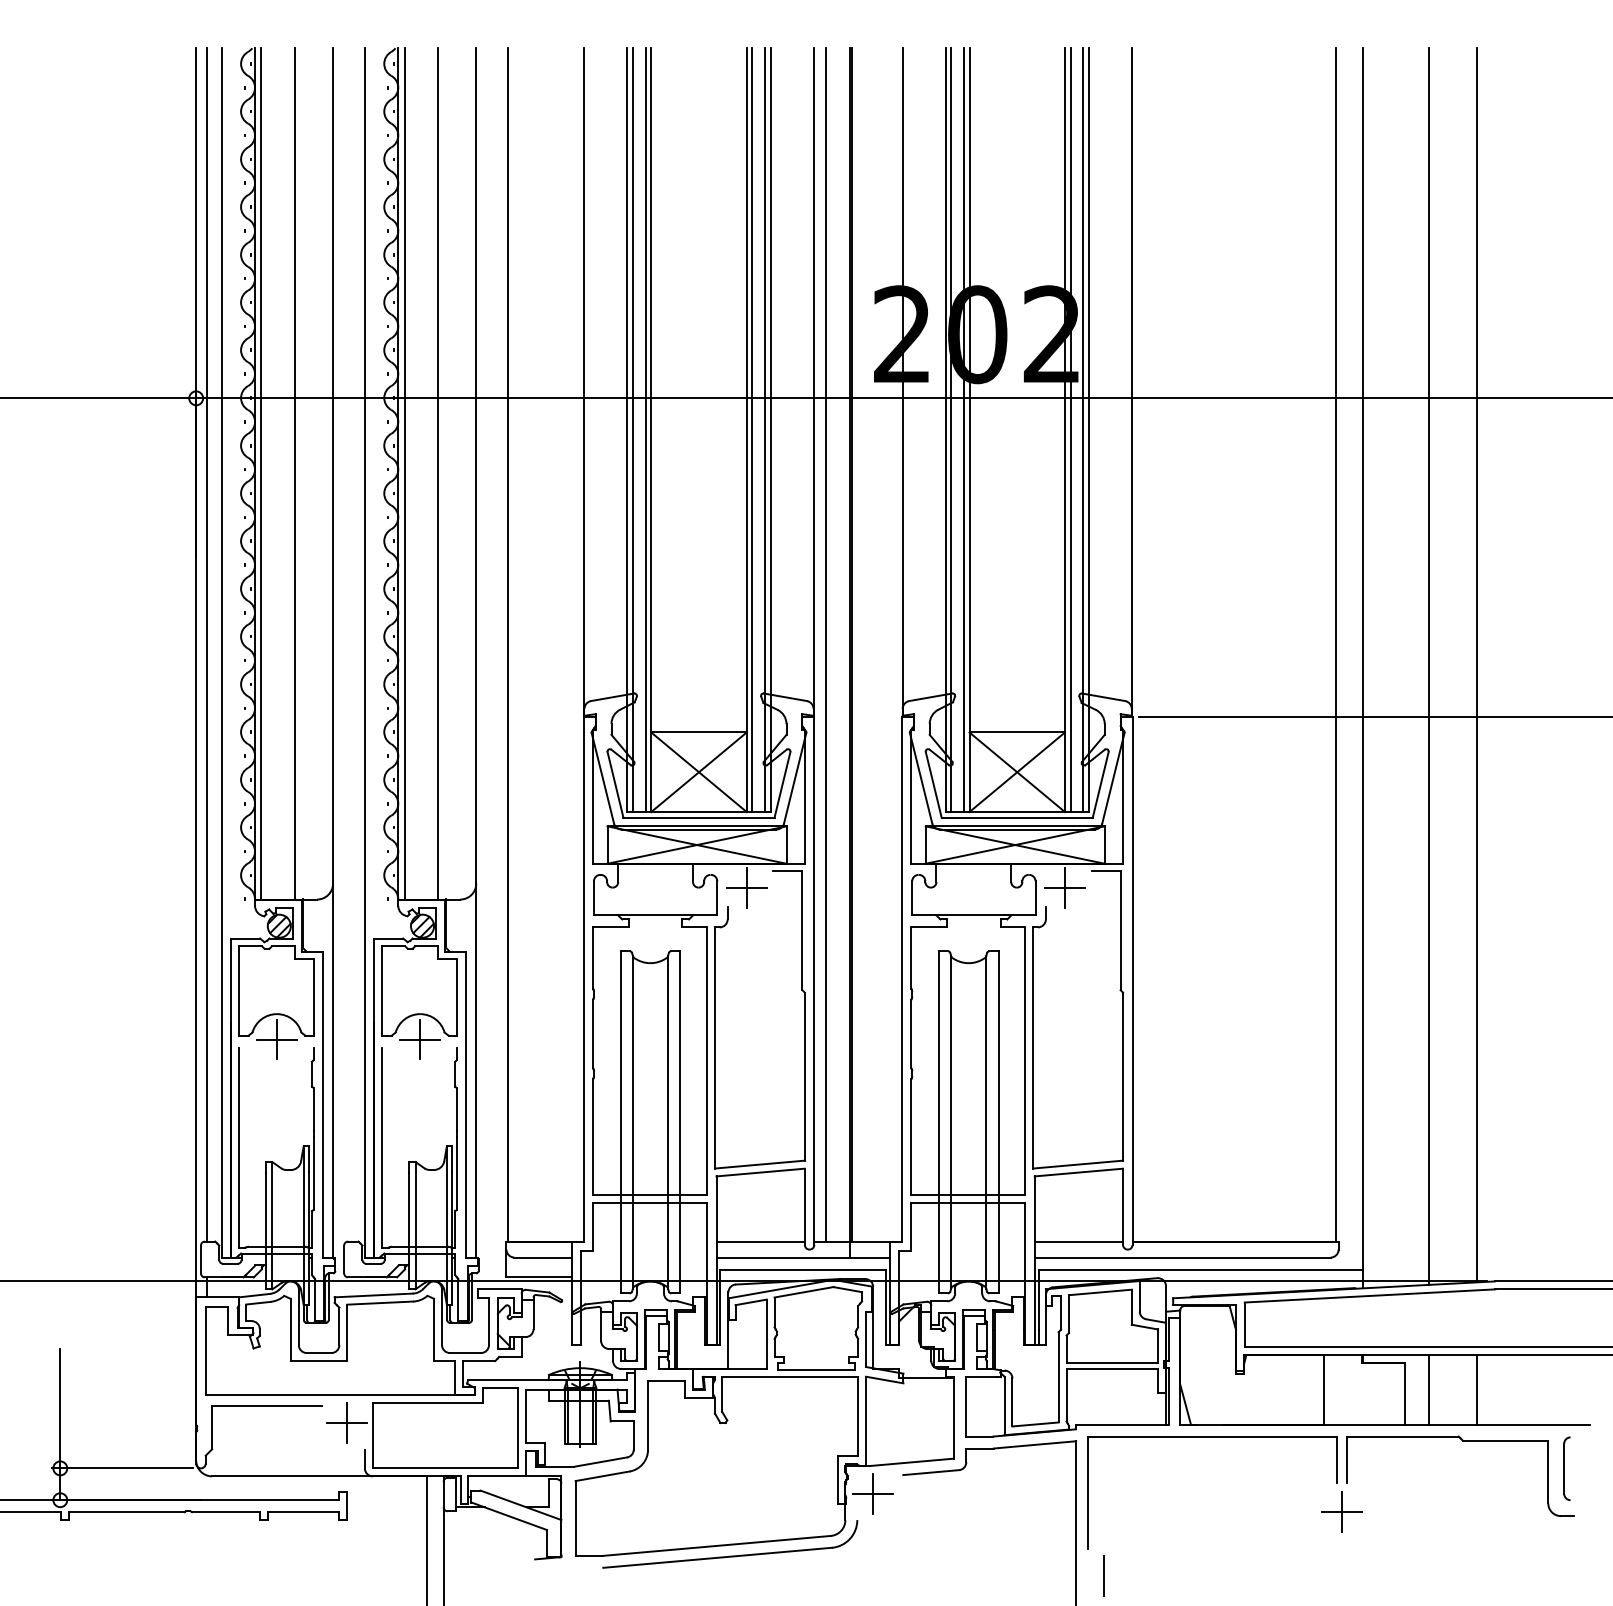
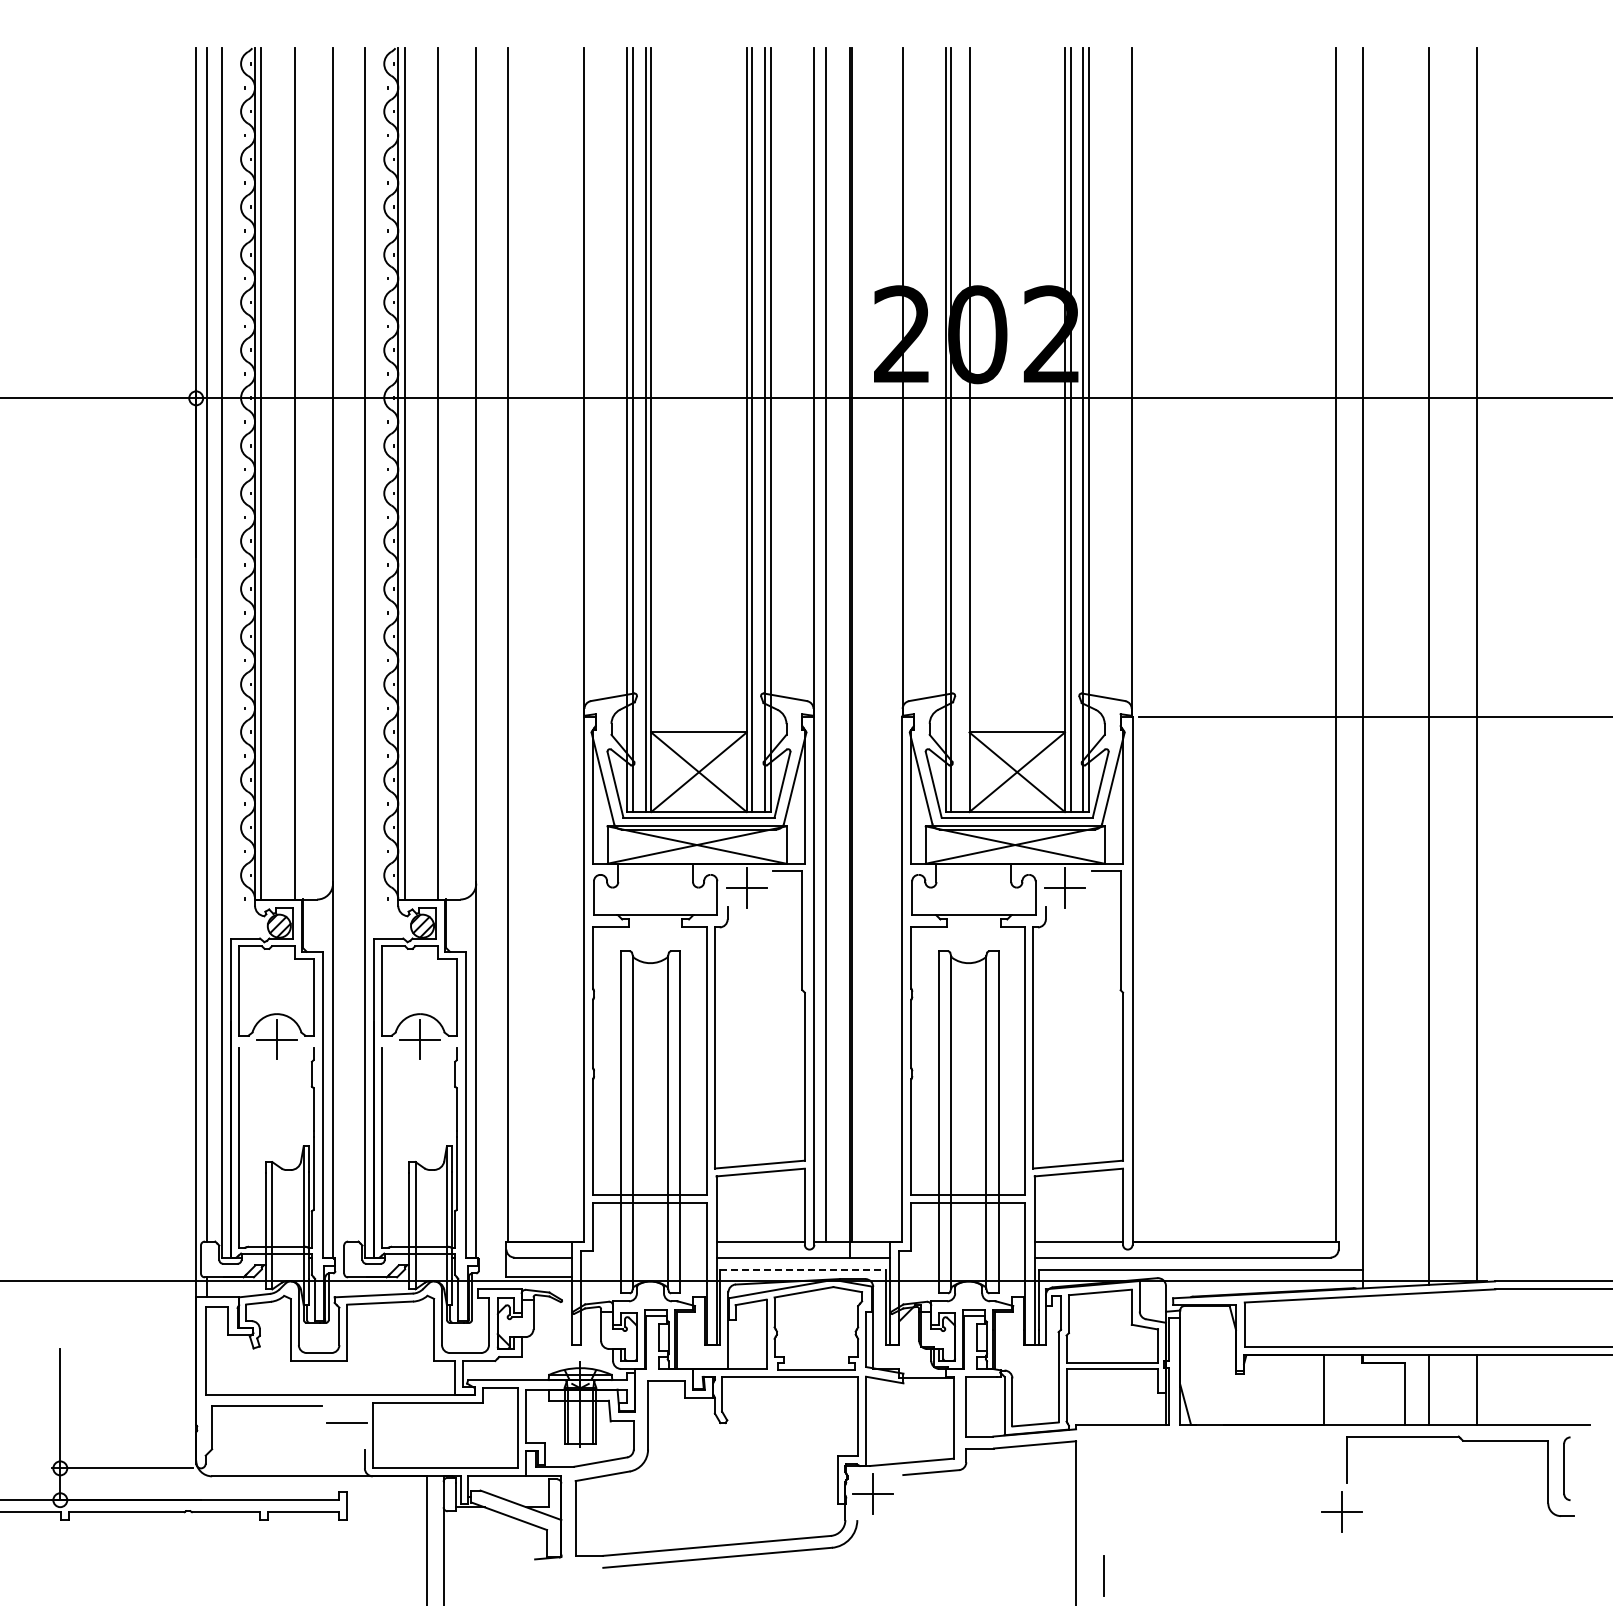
line at (963, 430): present -> none
line at (803, 1269): solid -> dashed
line at (347, 1422): present -> none
part at (1212, 1437): present -> none
